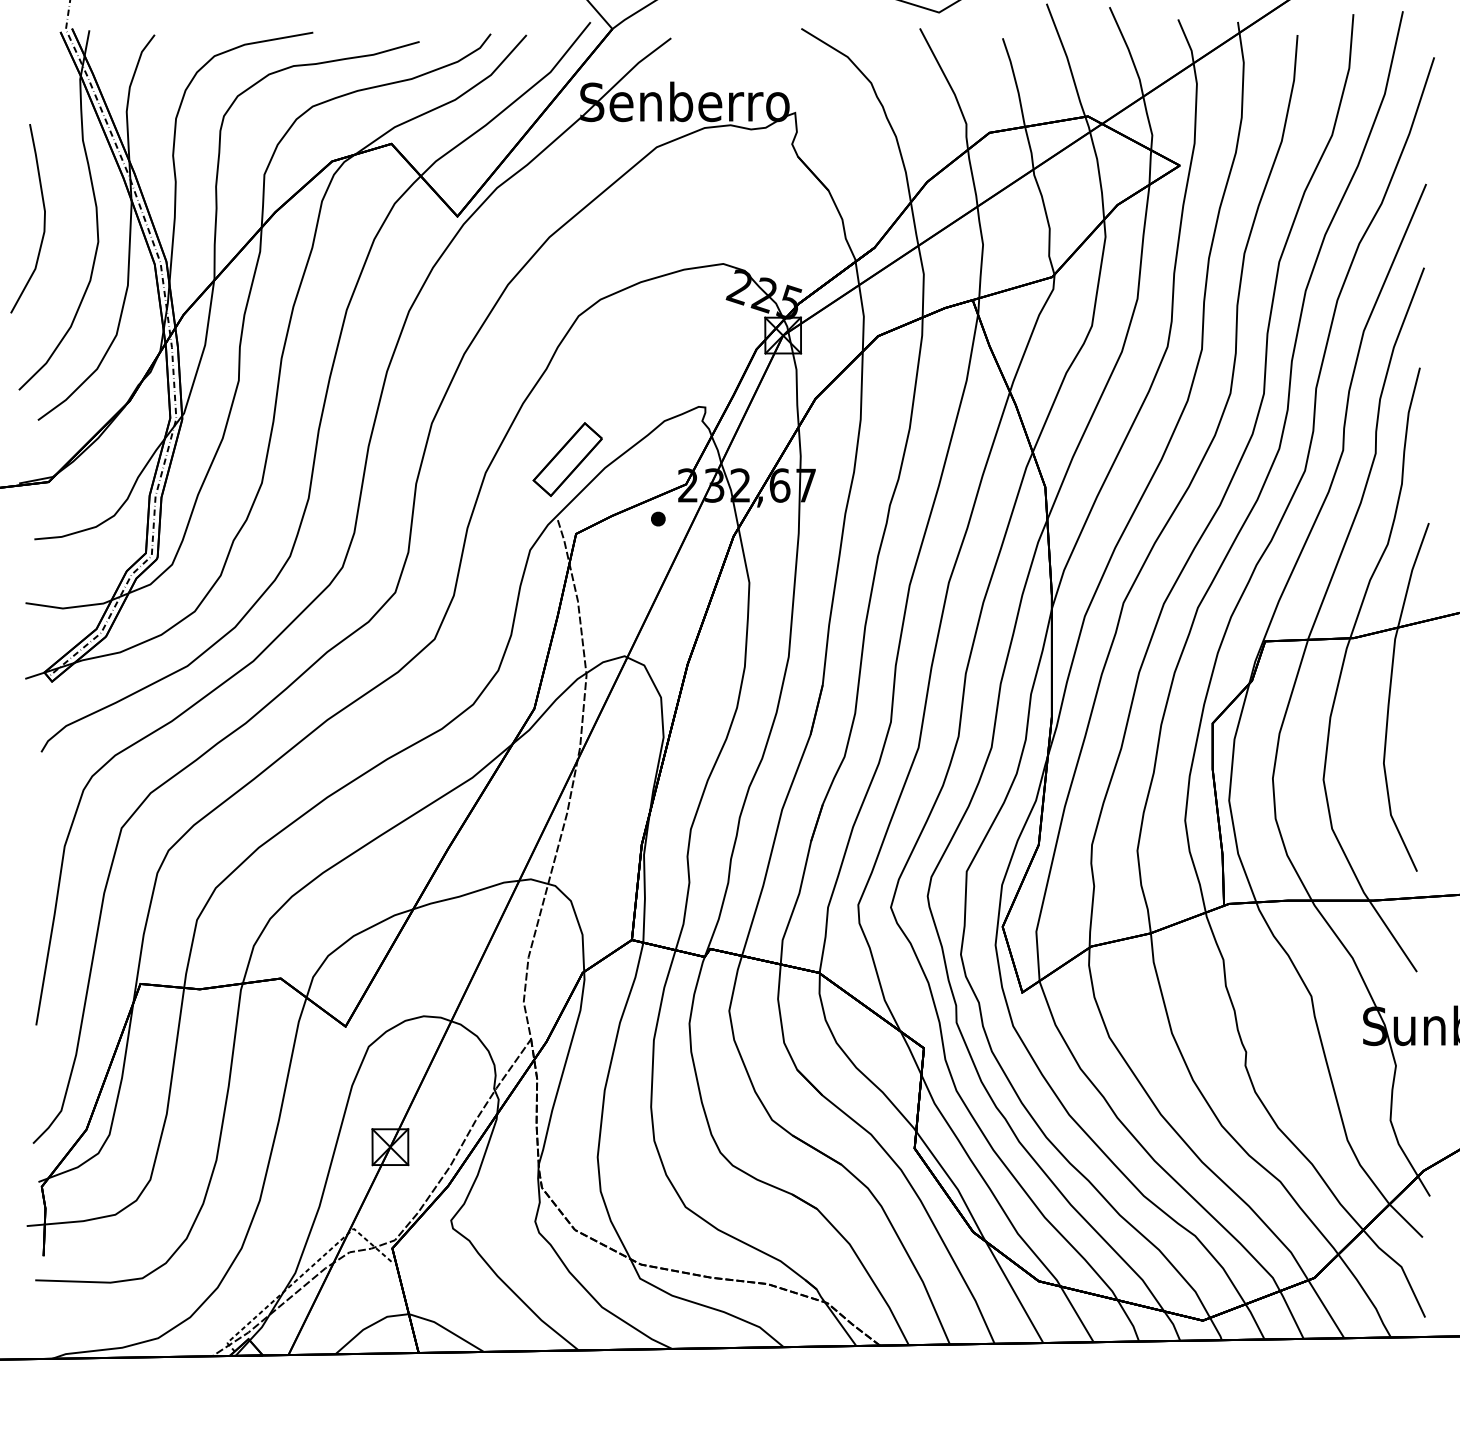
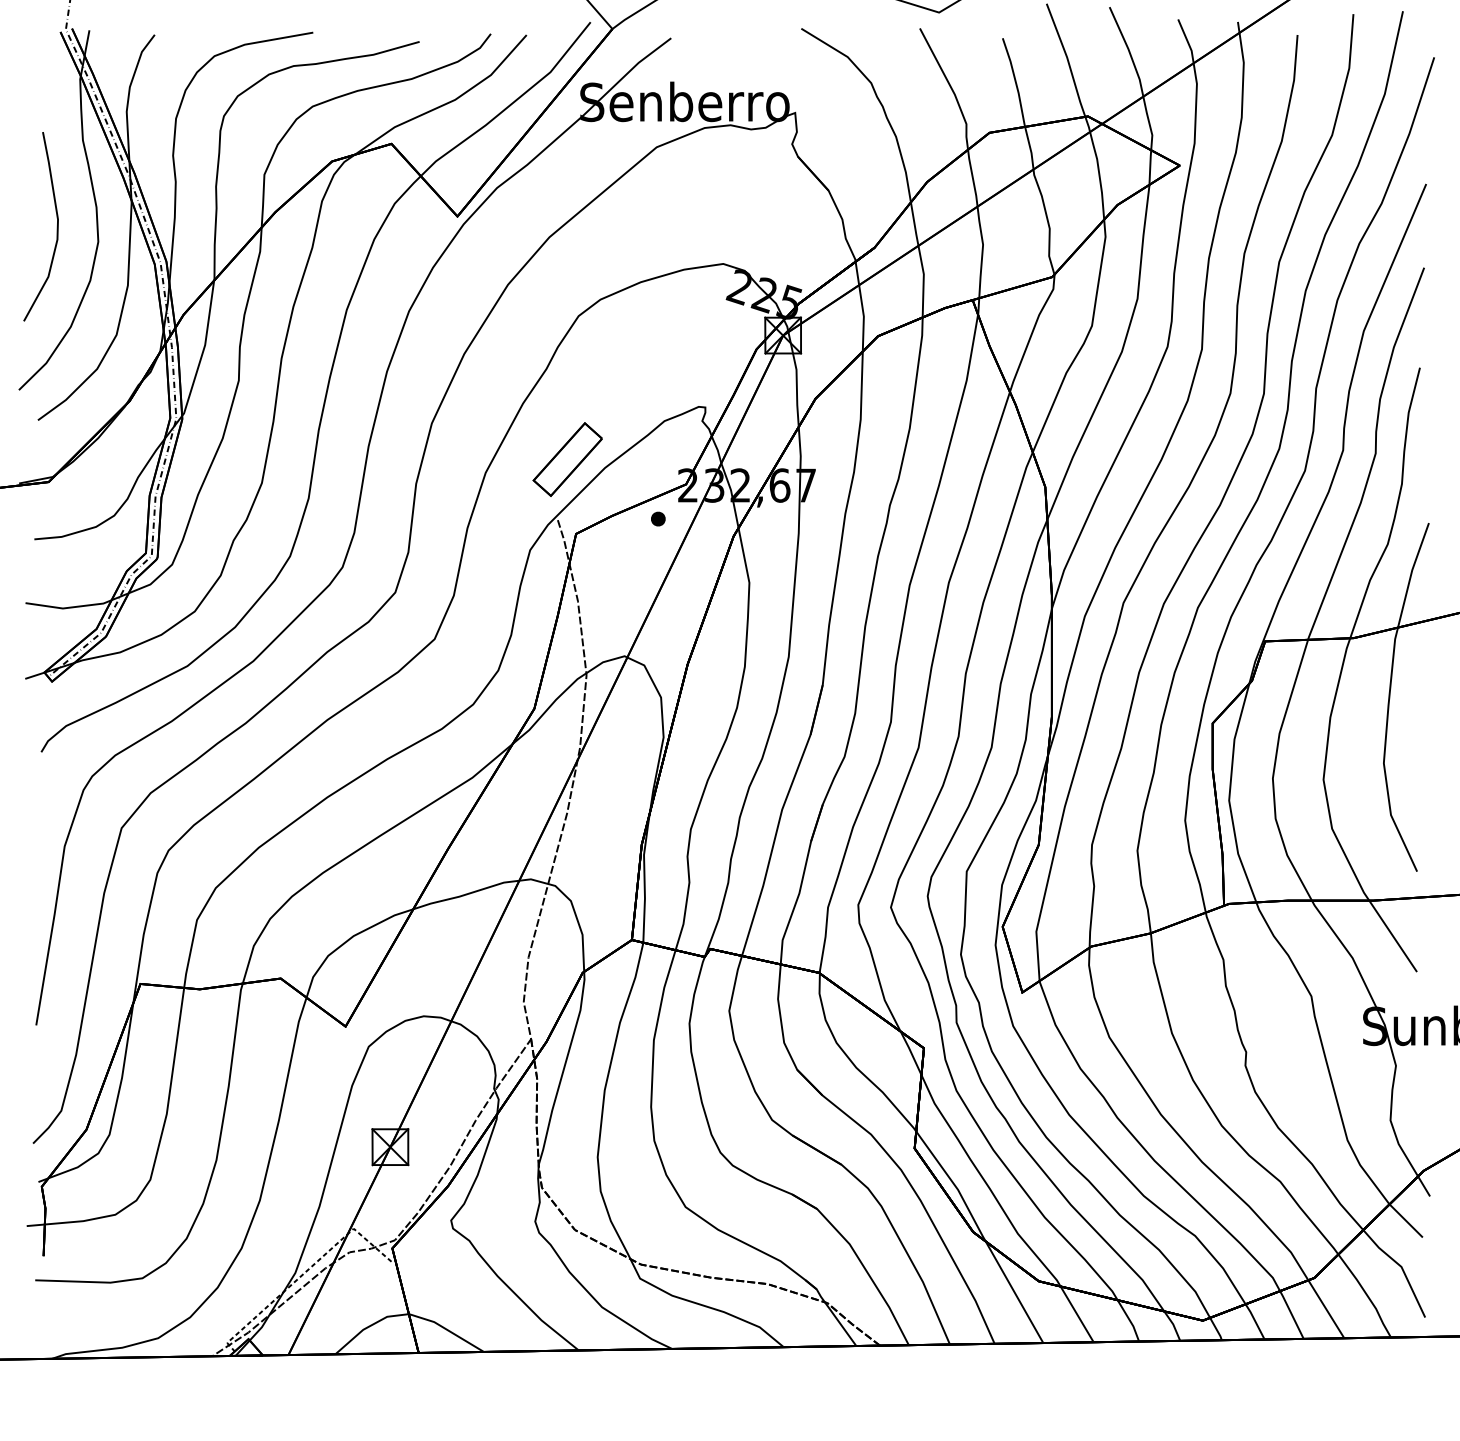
curve at (43, 218) position: (43, 218) -> (56, 226)
